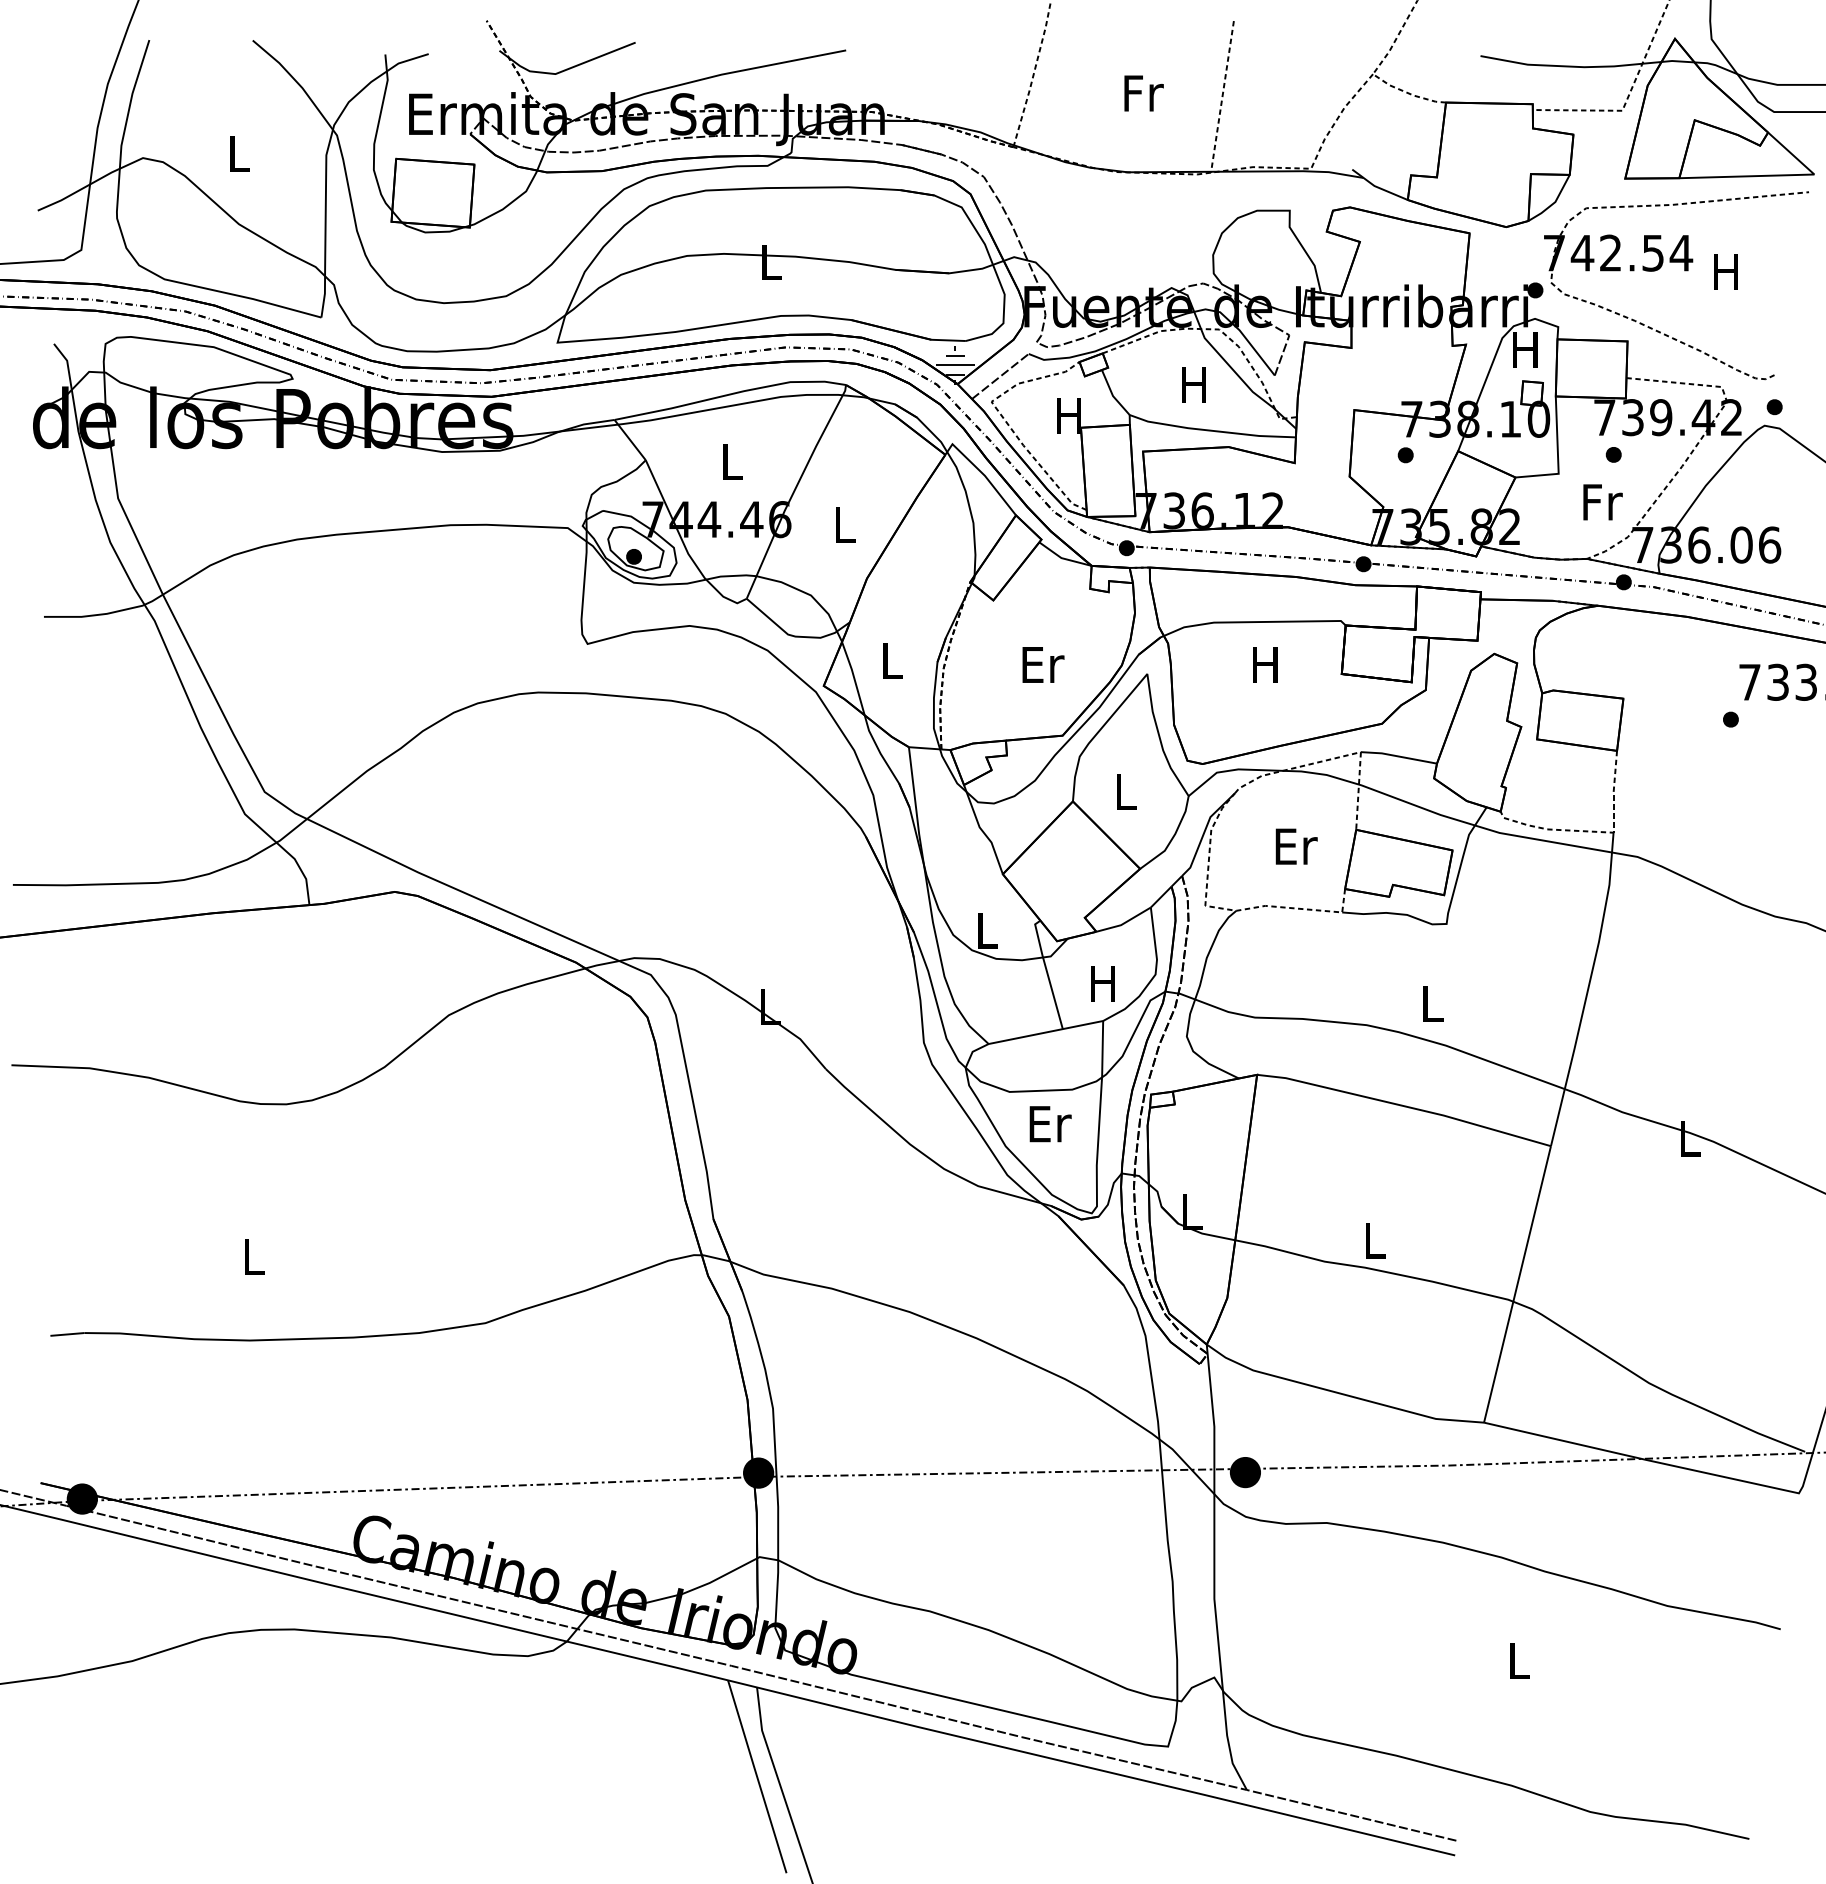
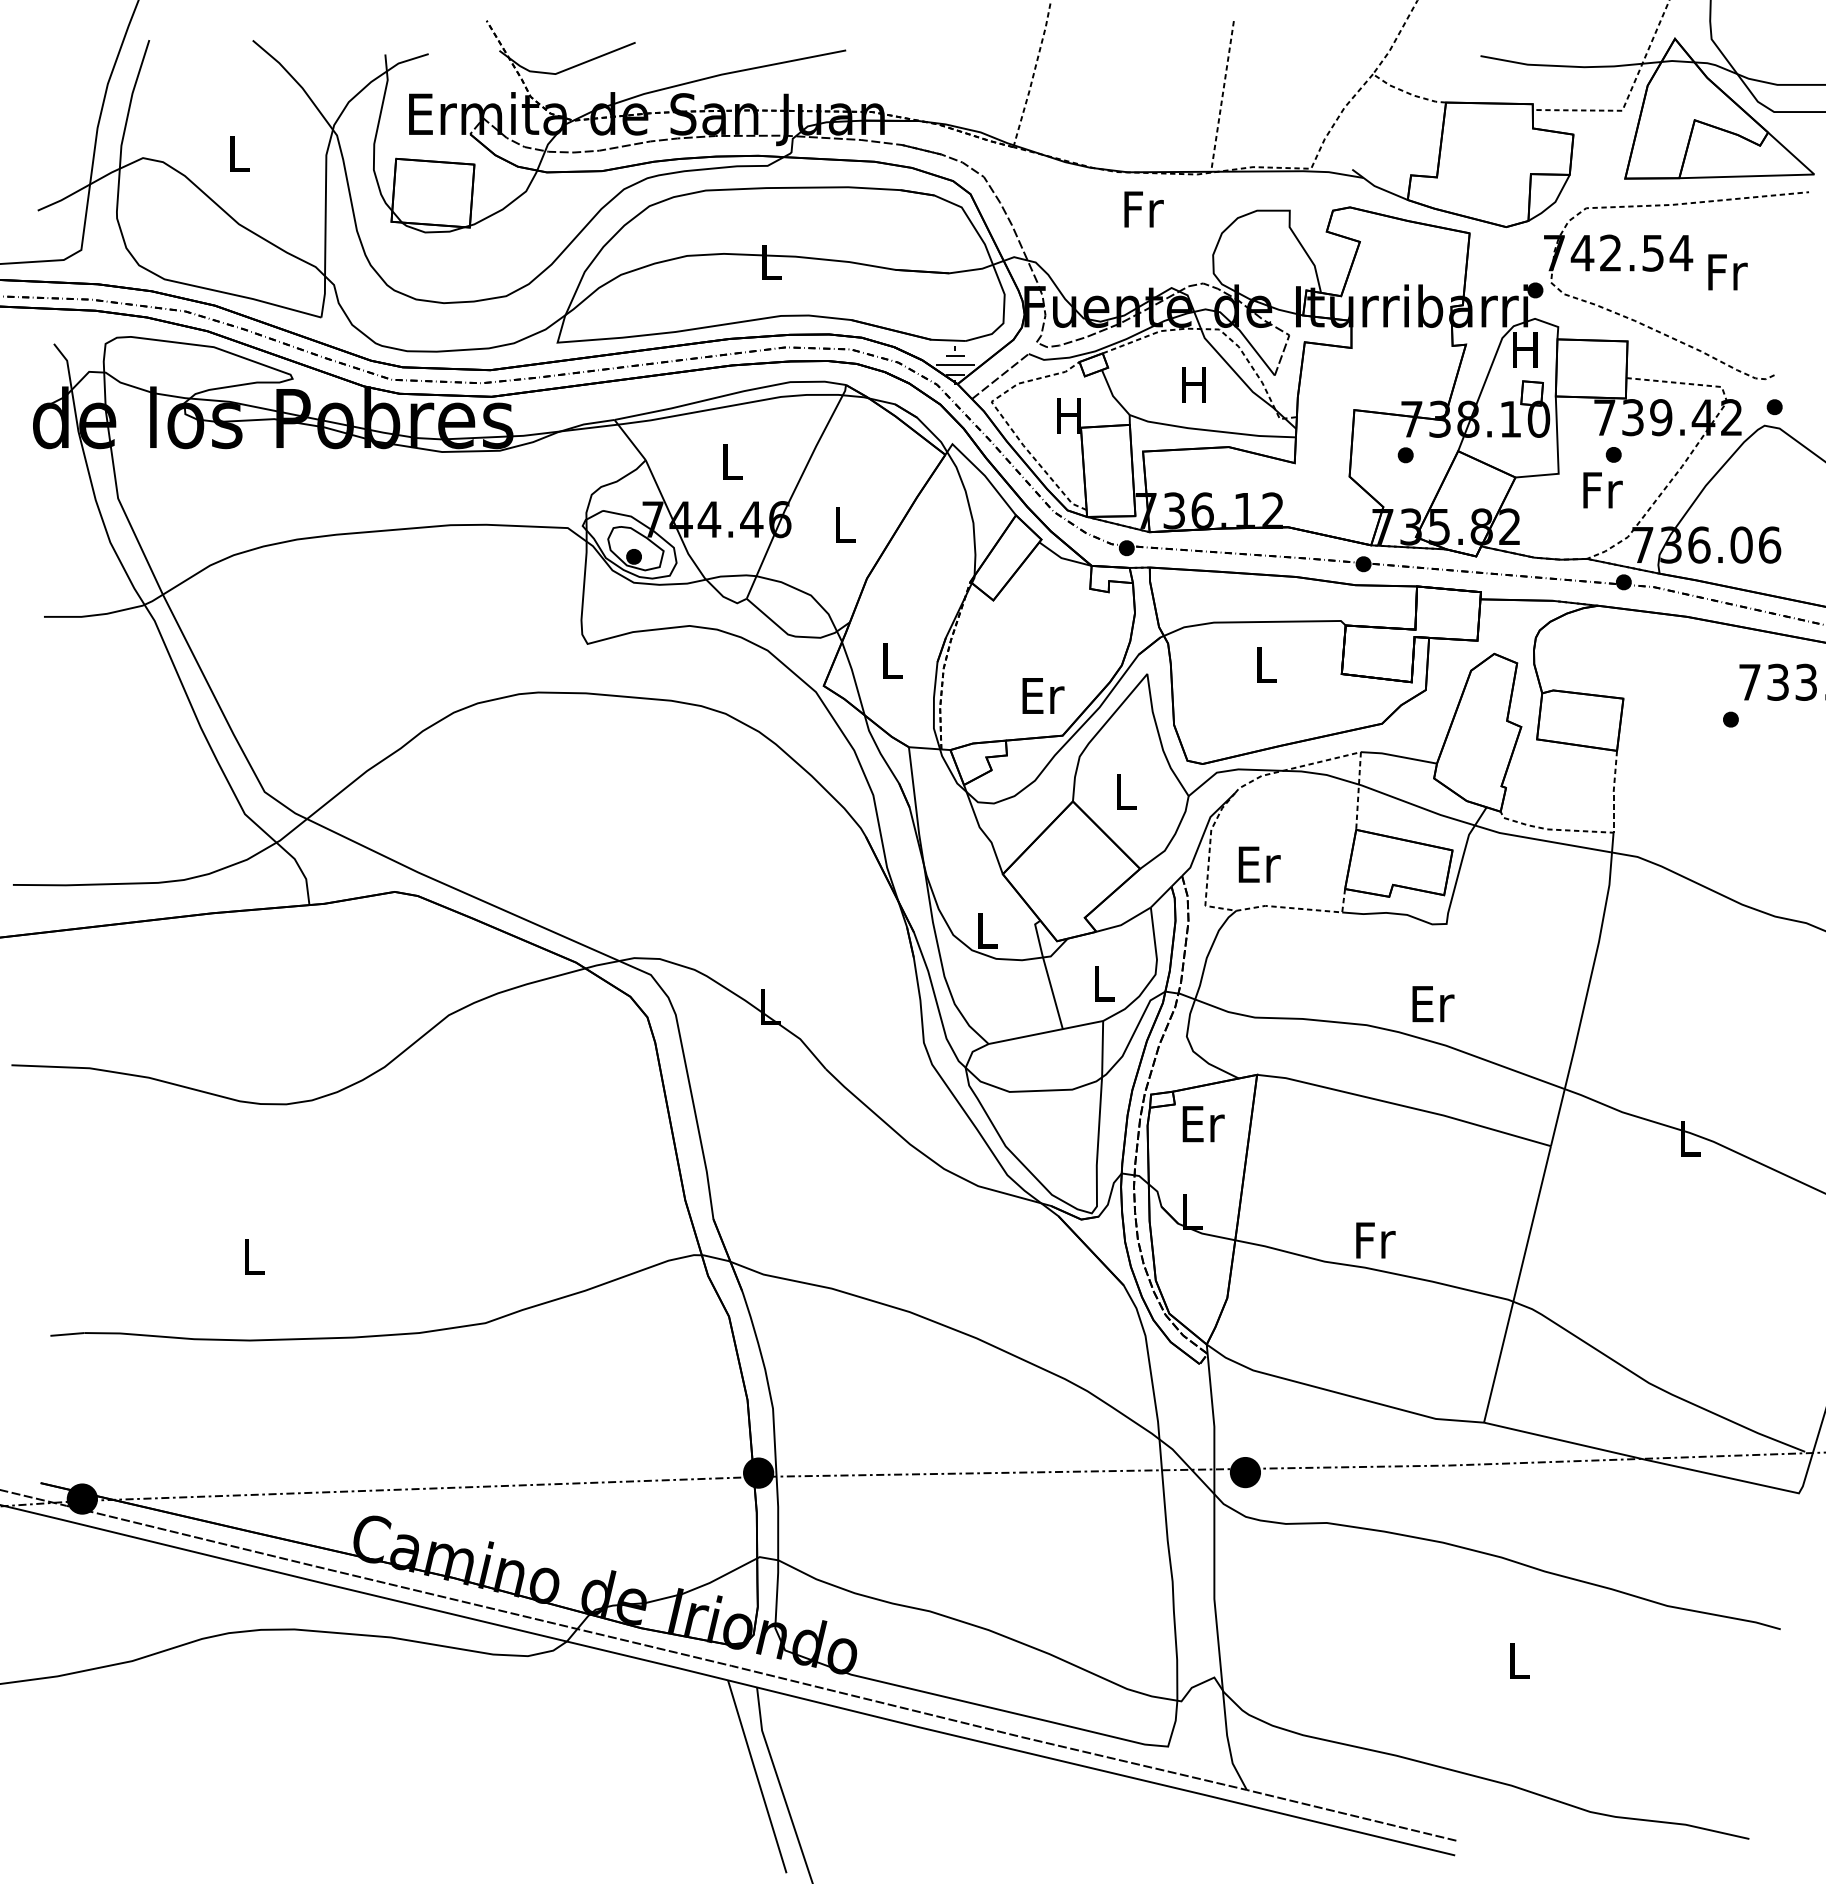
text at (1143, 93) position: (1143, 93) -> (1143, 209)
text at (1727, 272): H -> Fr
text at (1602, 502) position: (1602, 502) -> (1602, 490)
text at (1043, 664) position: (1043, 664) -> (1043, 695)
text at (1265, 664): H -> L
text at (1296, 846) position: (1296, 846) -> (1259, 864)
text at (1102, 983): H -> L
text at (1433, 1004): L -> Er
text at (1050, 1124) position: (1050, 1124) -> (1203, 1124)
text at (1375, 1240): L -> Fr
